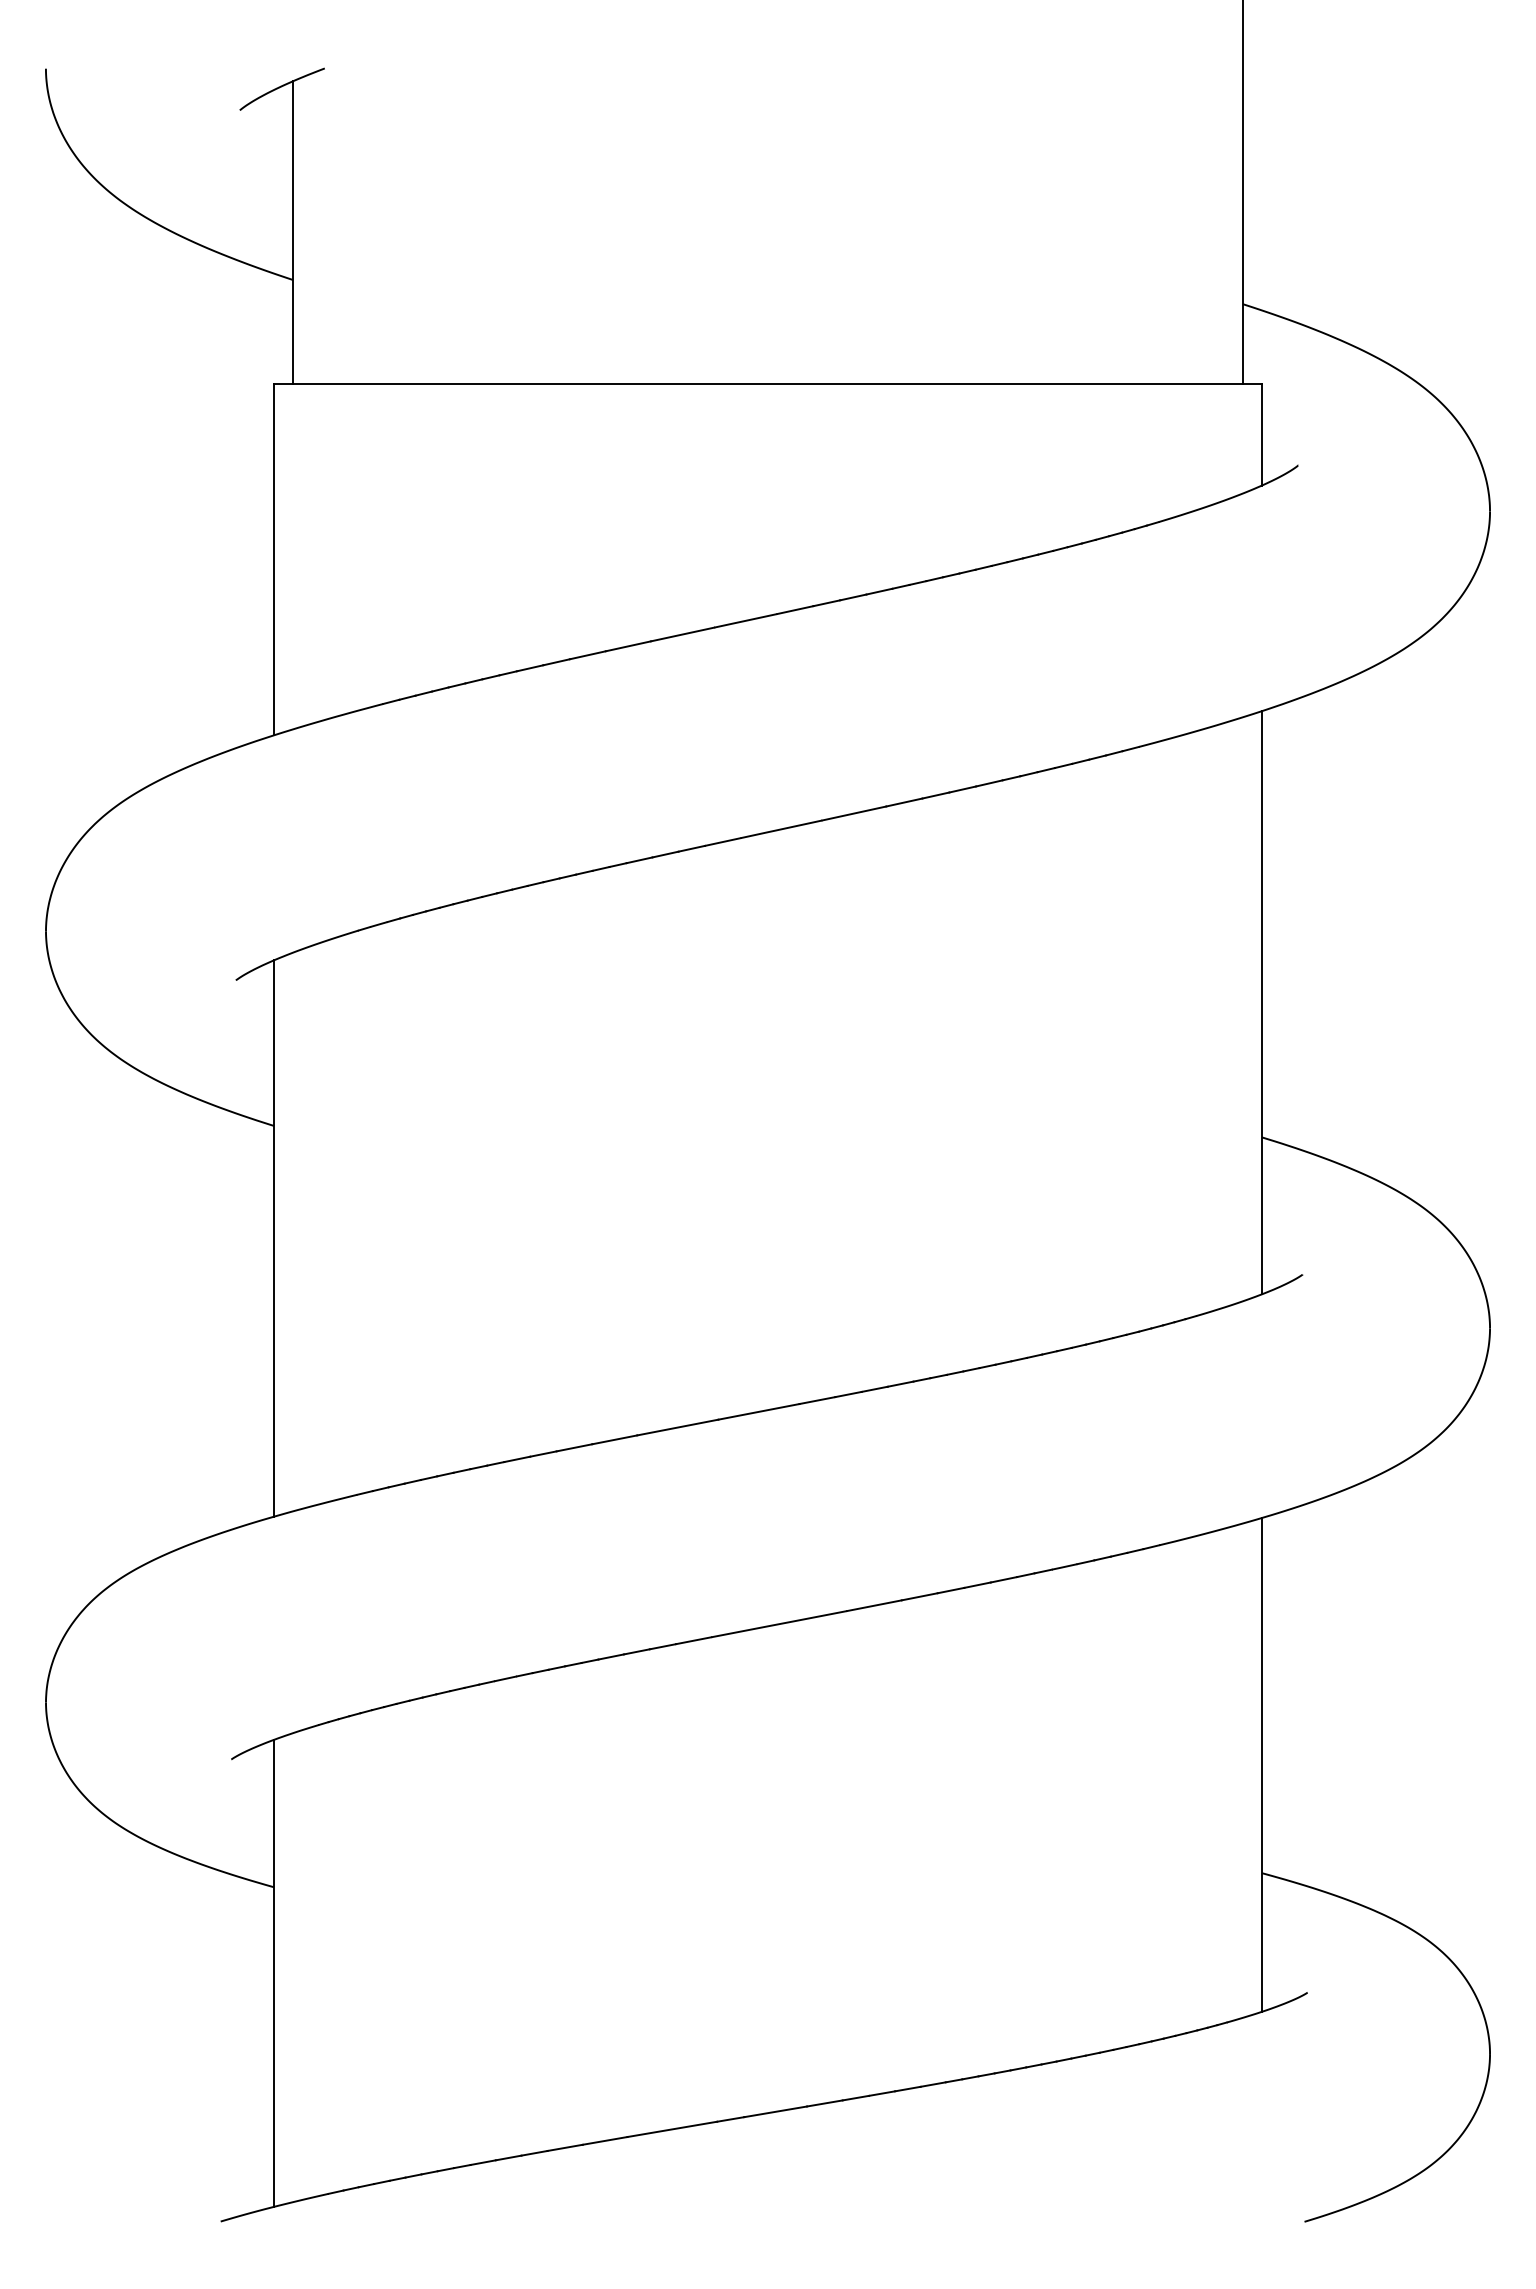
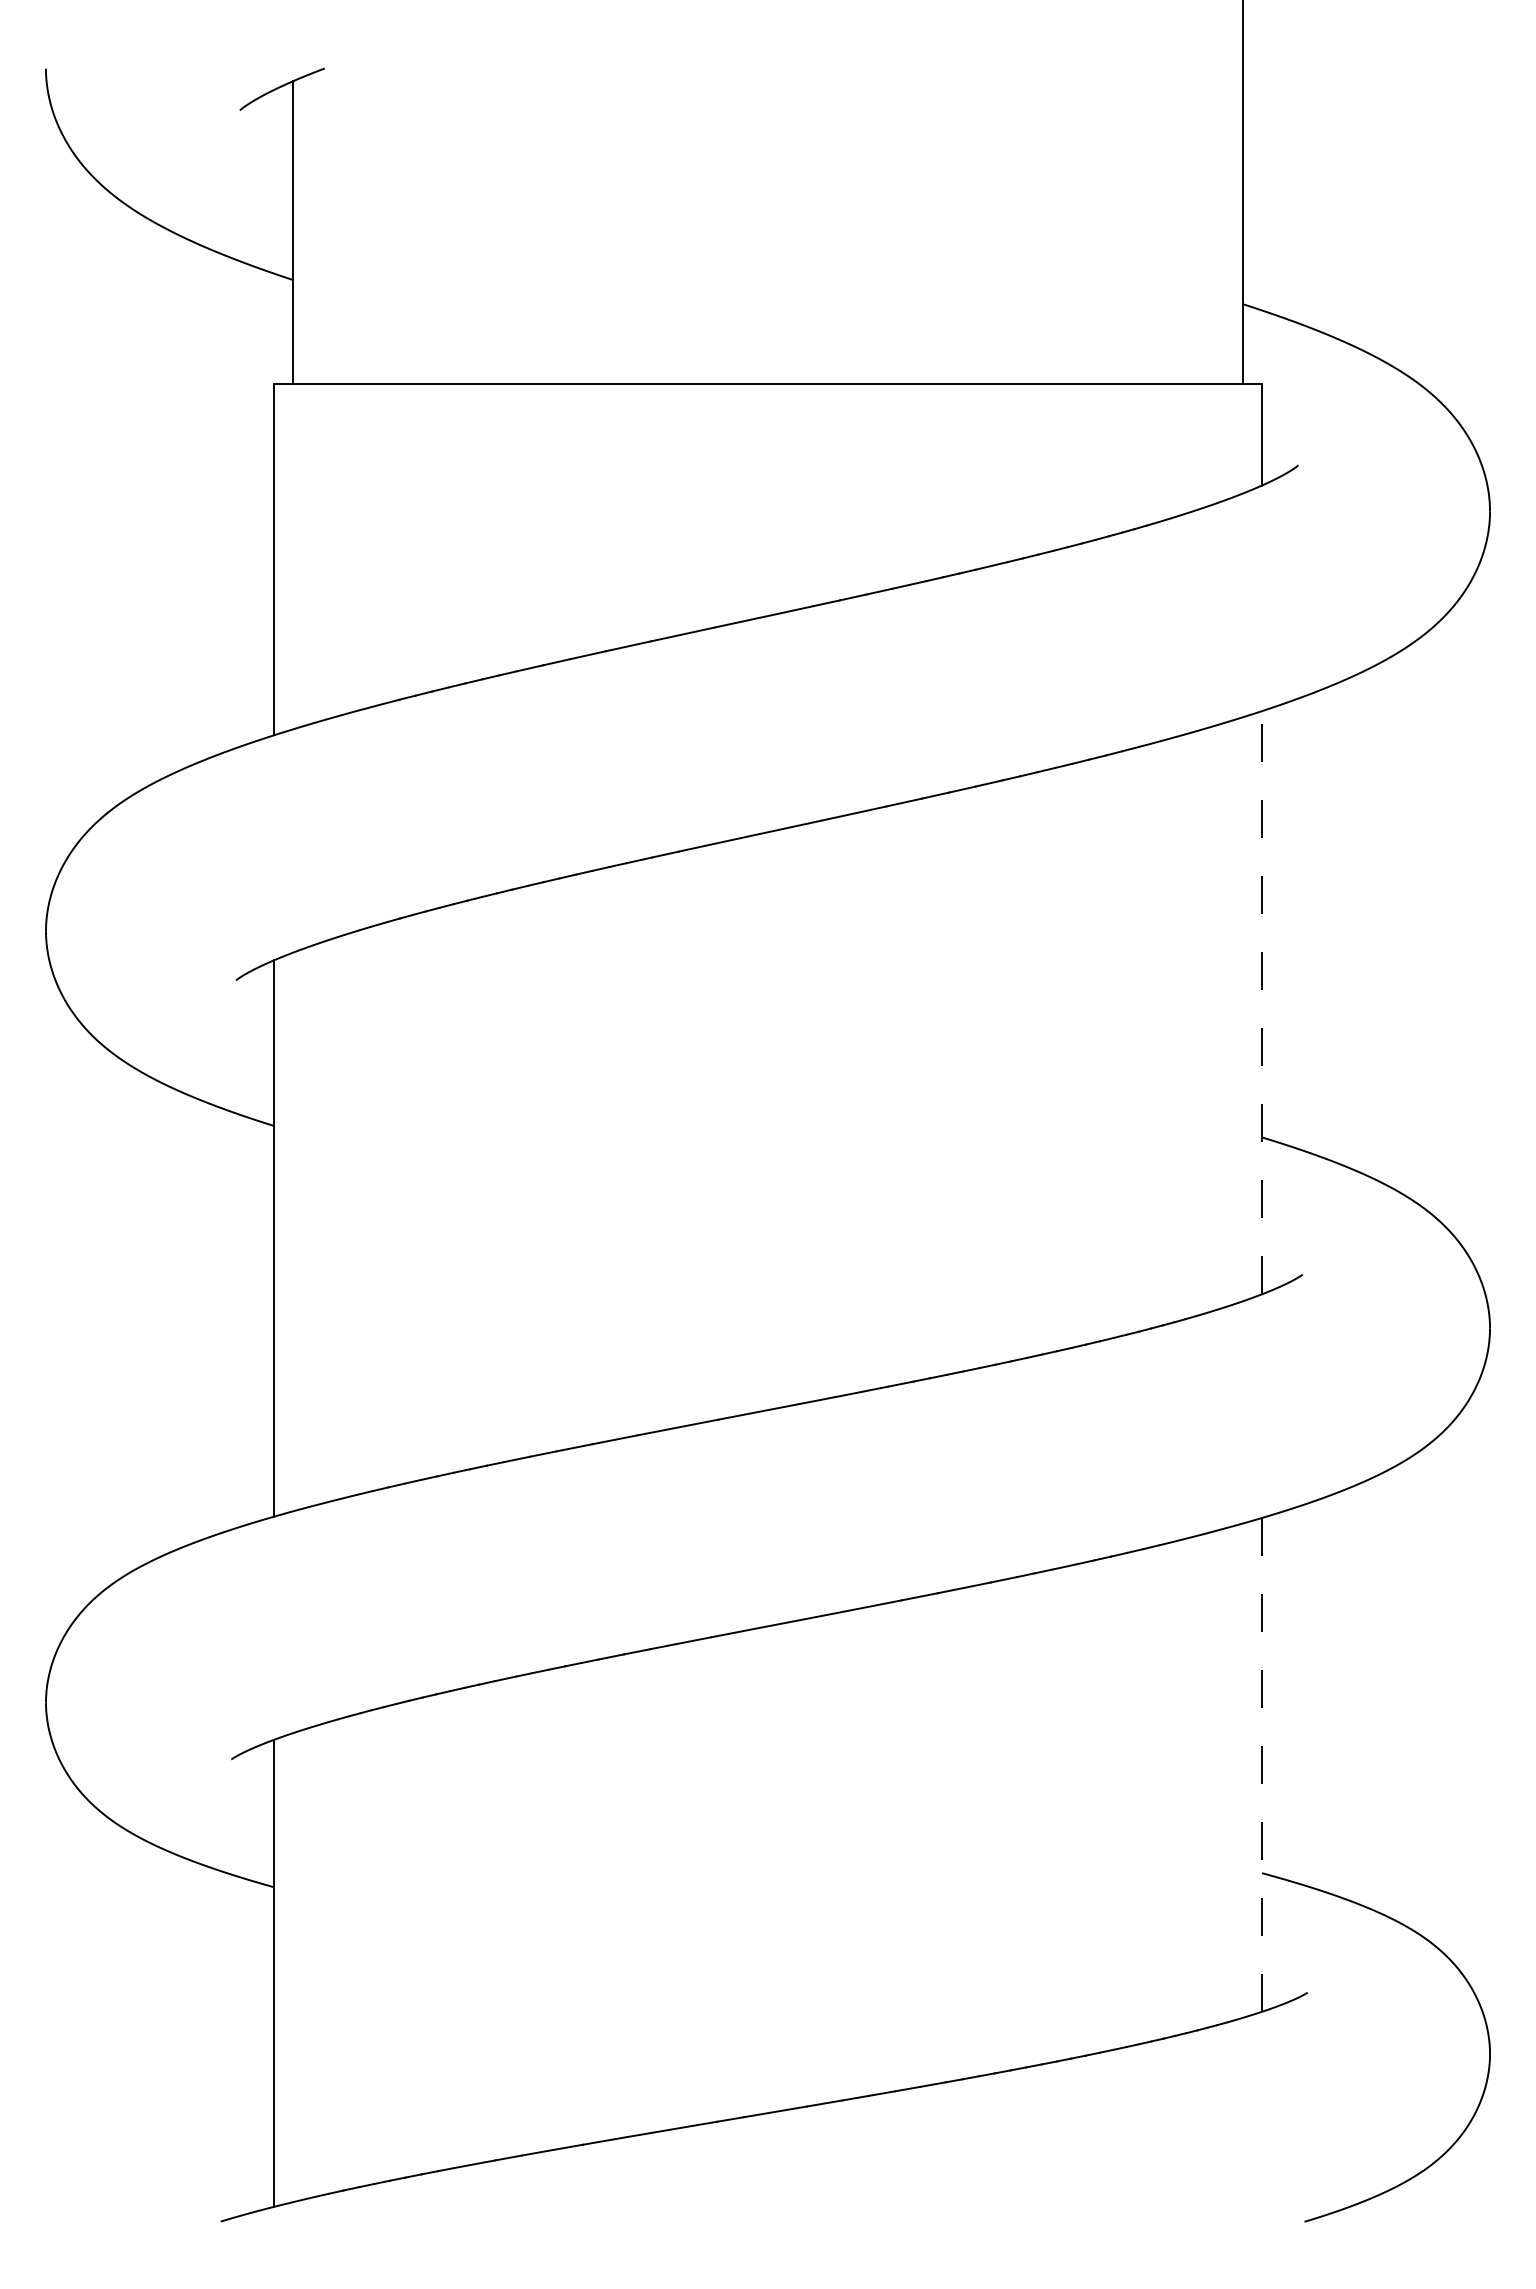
line at (1262, 1002): solid -> dashed
line at (1262, 1764): solid -> dashed
